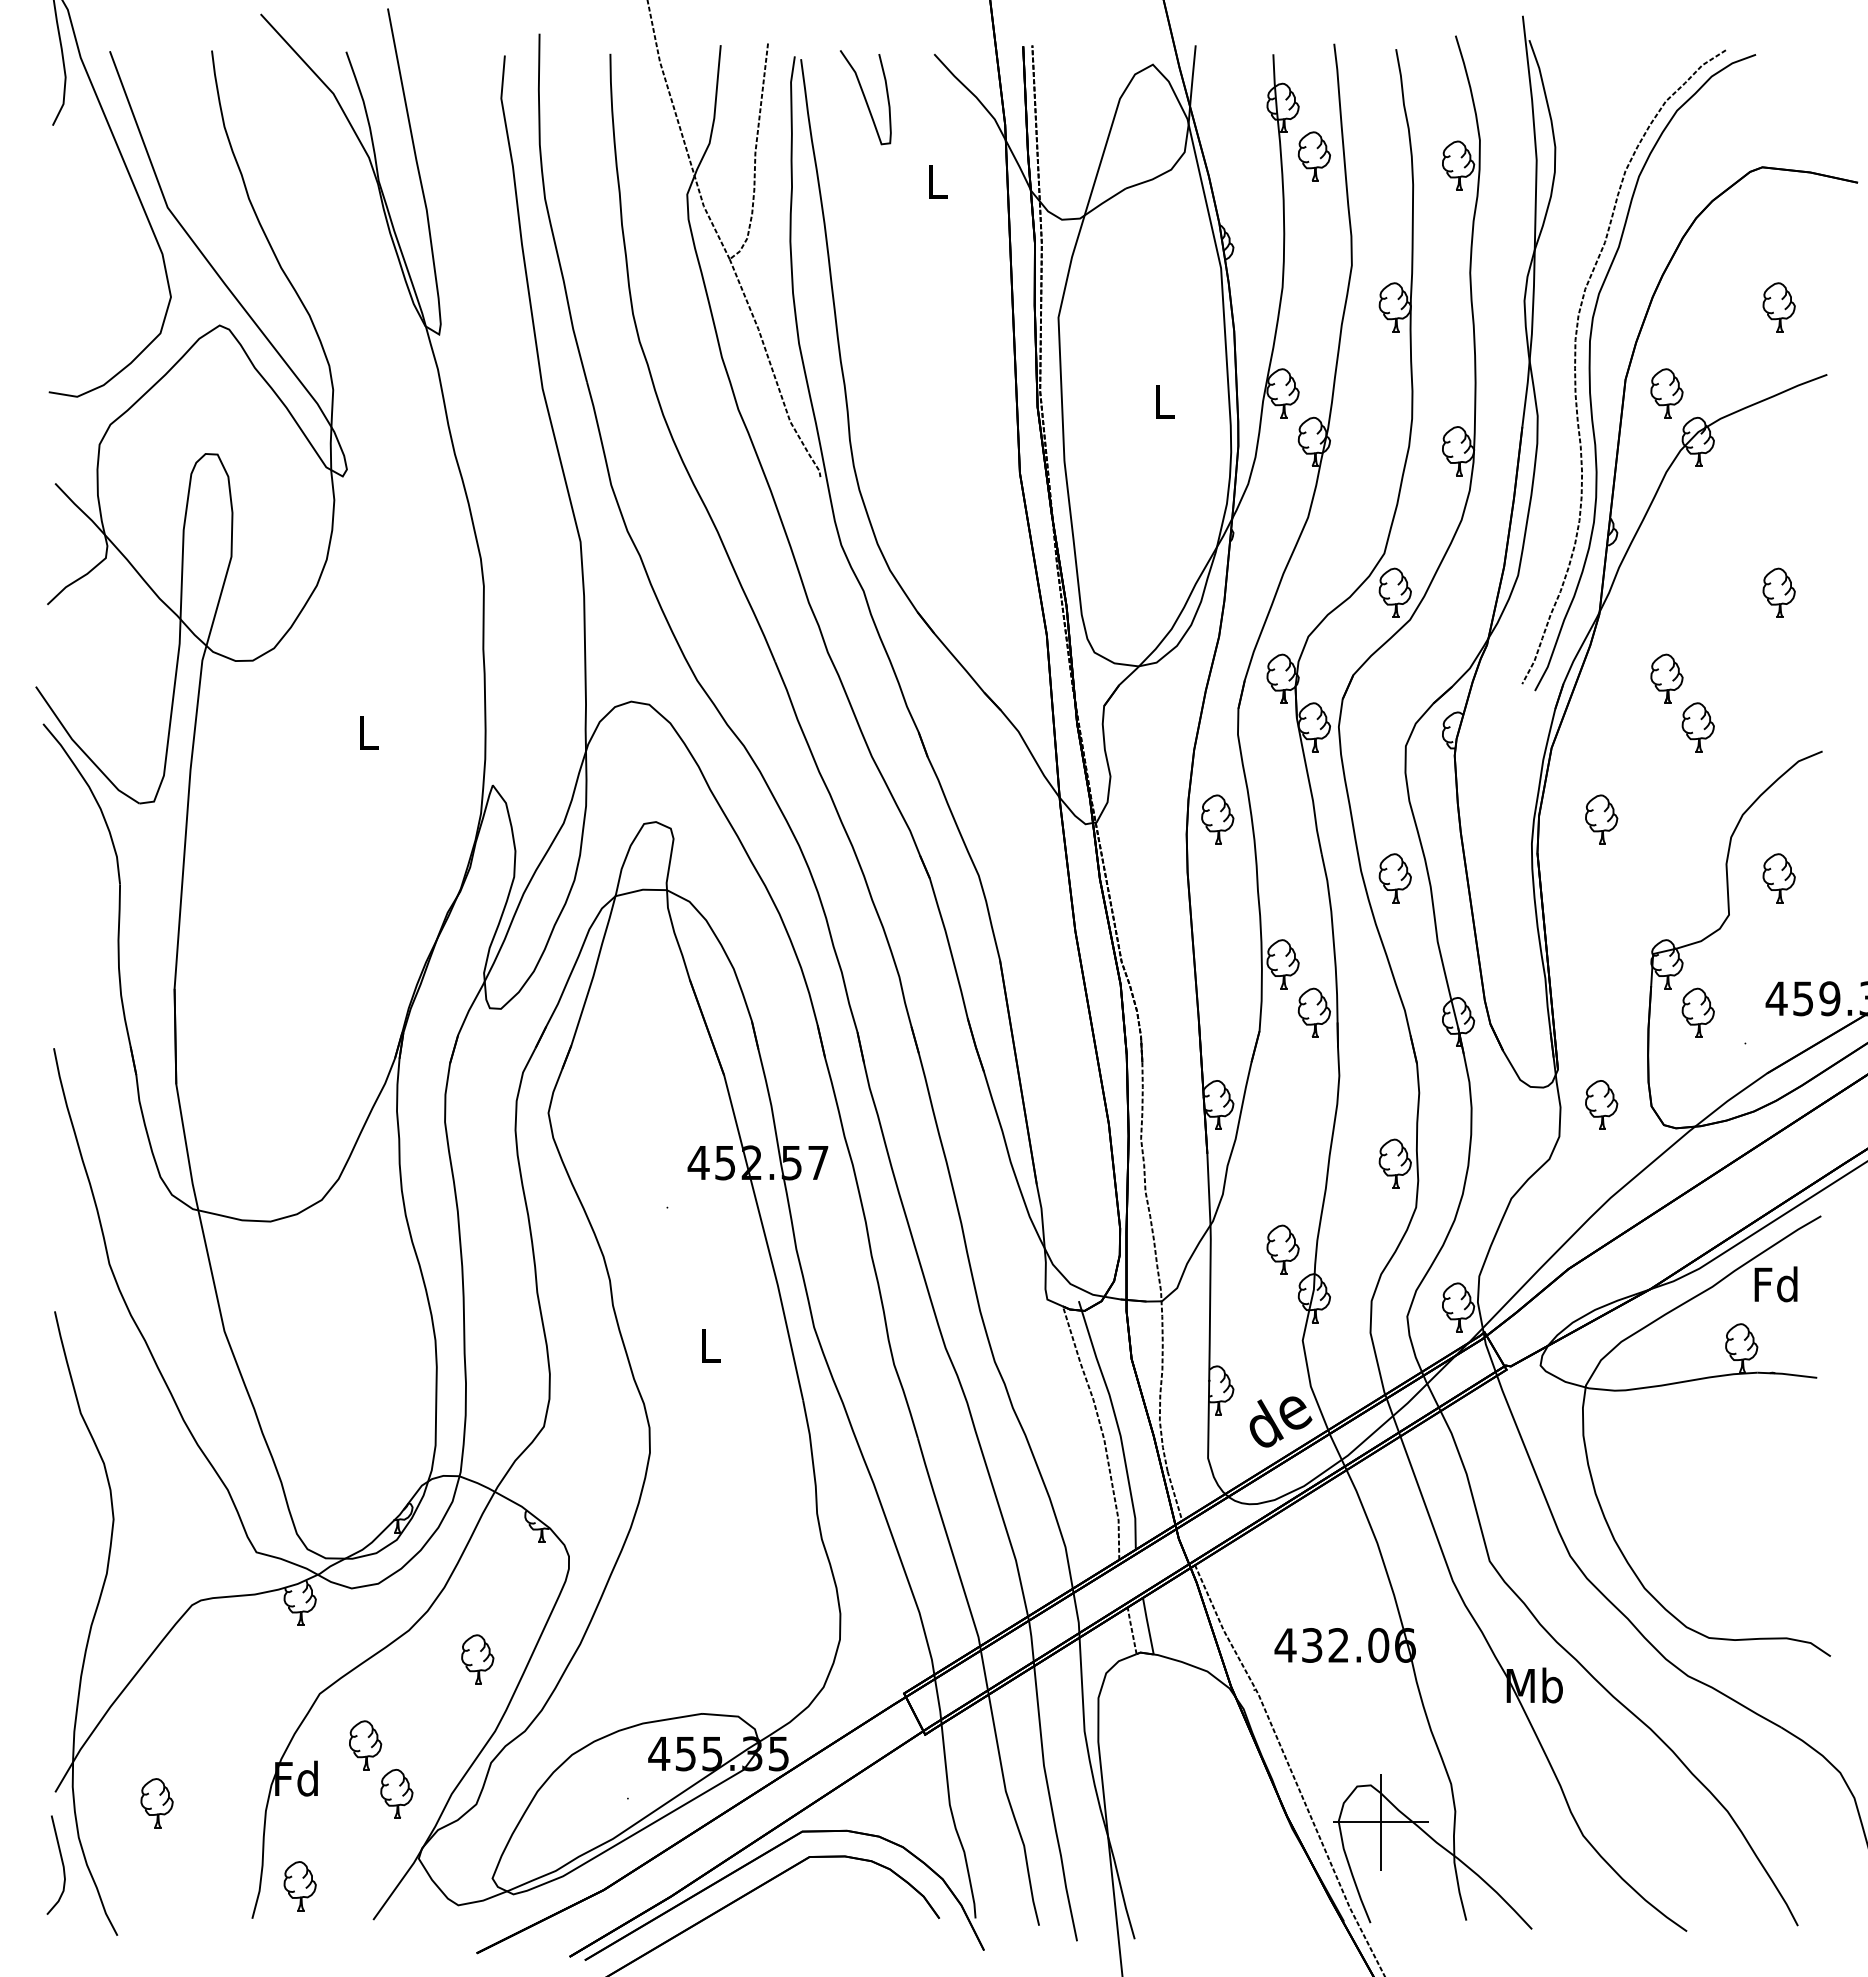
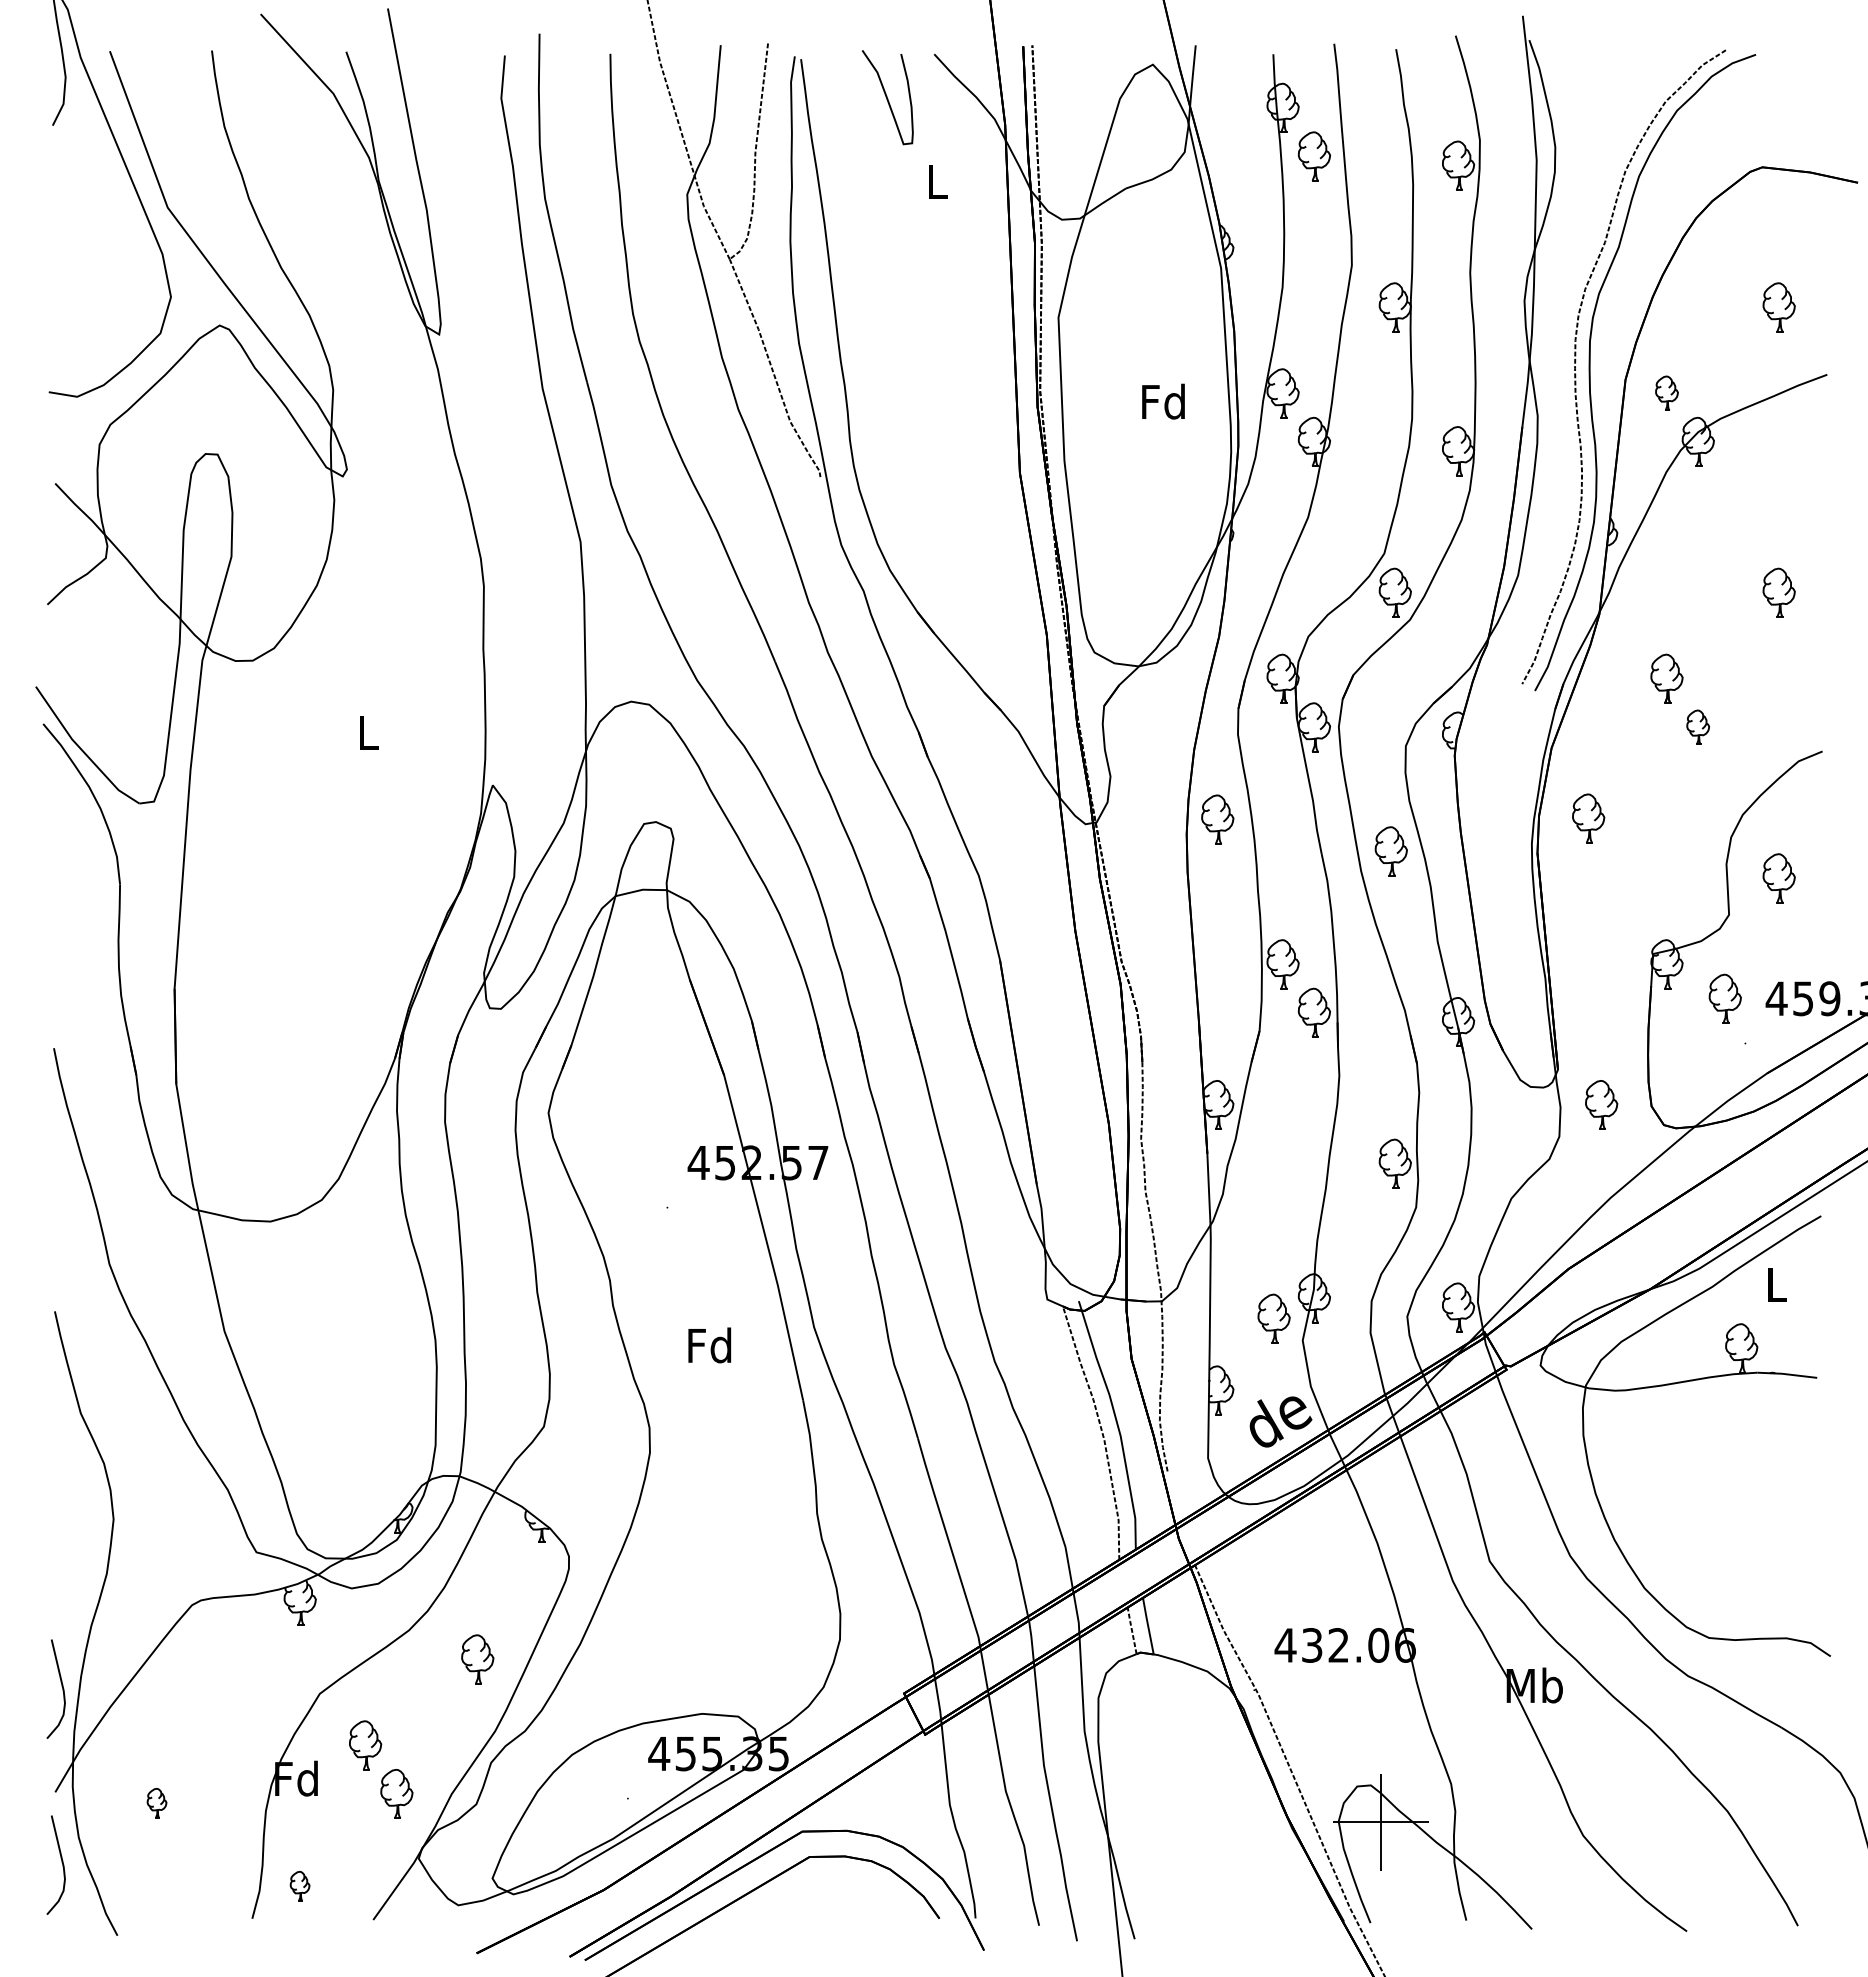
curve at (865, 97) position: (865, 97) -> (887, 97)
part at (1666, 393) size: 34x51 px -> 24x36 px
text at (1163, 401): L -> Fd
part at (1697, 727) size: 34x51 px -> 25x36 px
part at (1601, 819) position: (1601, 819) -> (1588, 818)
part at (1394, 878) position: (1394, 878) -> (1390, 851)
part at (1697, 1012) position: (1697, 1012) -> (1724, 998)
part at (1282, 1249) position: (1282, 1249) -> (1273, 1318)
text at (1775, 1284): Fd -> L
text at (709, 1345): L -> Fd
line at (1174, 1495): present -> none
curve at (61, 1686): none -> present
part at (156, 1803) size: 34x51 px -> 22x32 px
part at (299, 1886) size: 34x51 px -> 22x32 px
